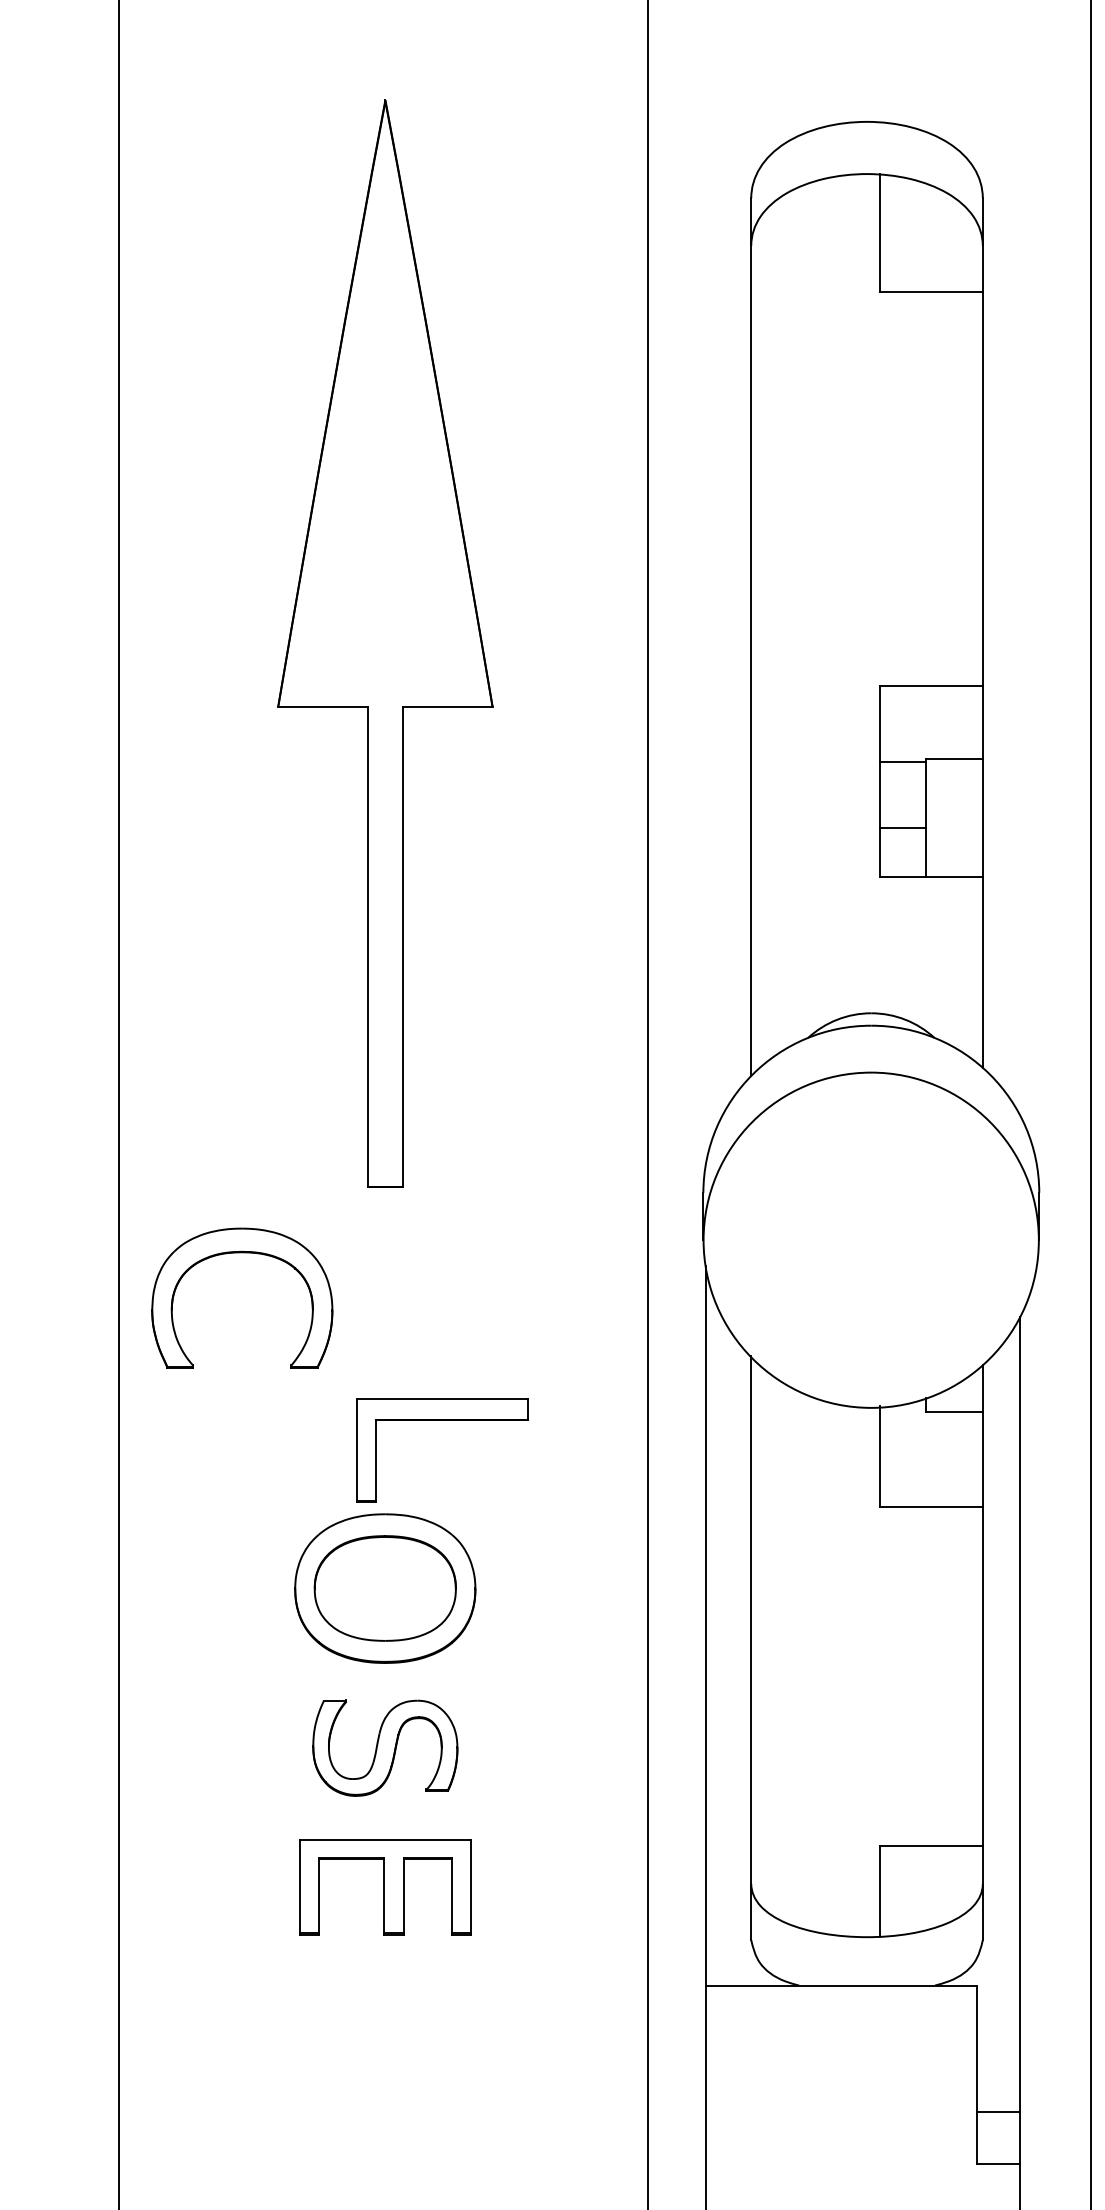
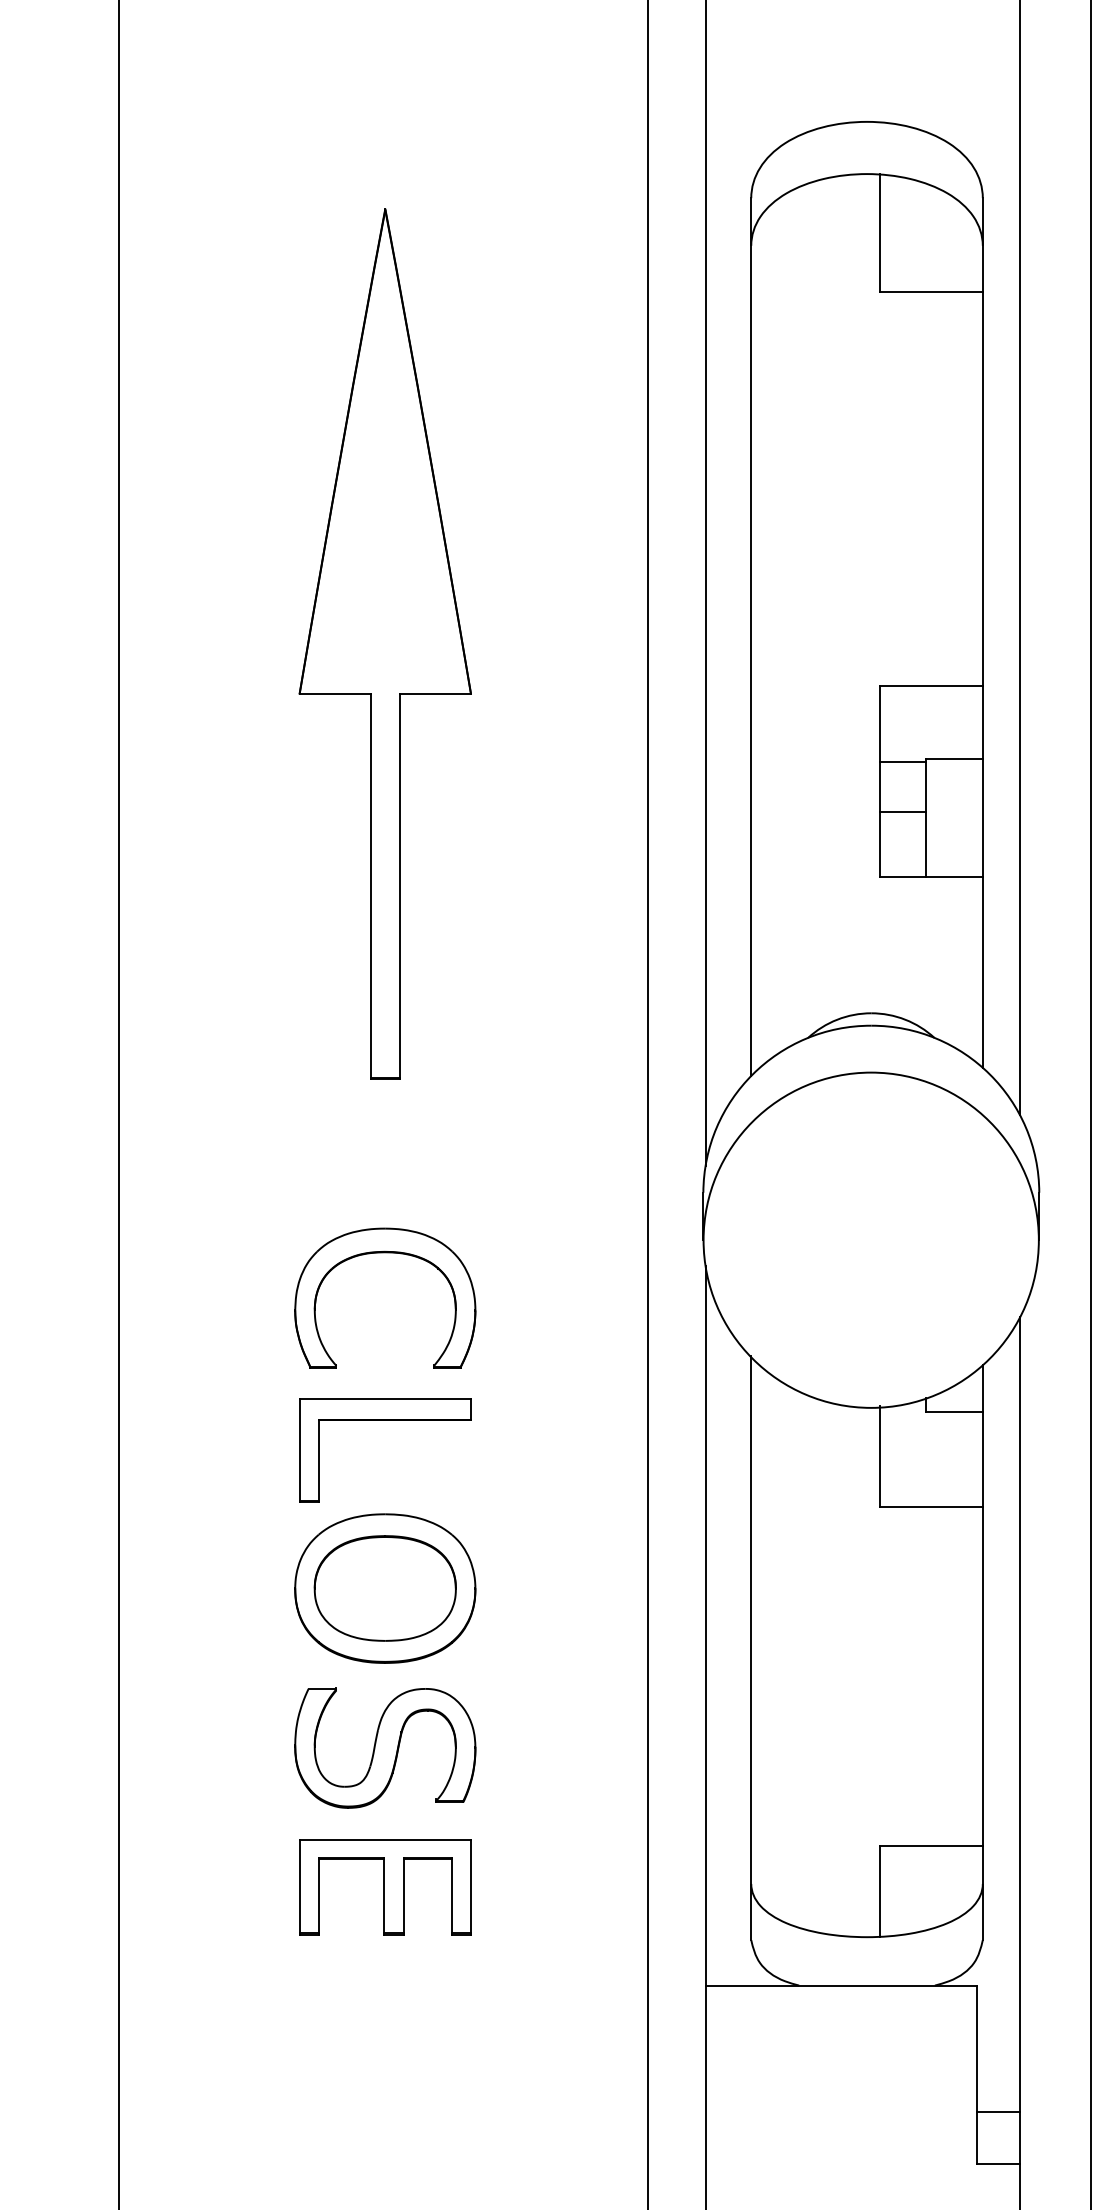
line at (1019, 558): none -> present
line at (705, 584): none -> present
part at (385, 643) size: 217x1089 px -> 174x872 px
line at (902, 827) position: (902, 827) -> (902, 811)
part at (242, 1253) position: (242, 1253) -> (385, 1253)
part at (442, 1420) position: (442, 1420) -> (385, 1420)
part at (385, 1747) size: 147x98 px -> 183x122 px
